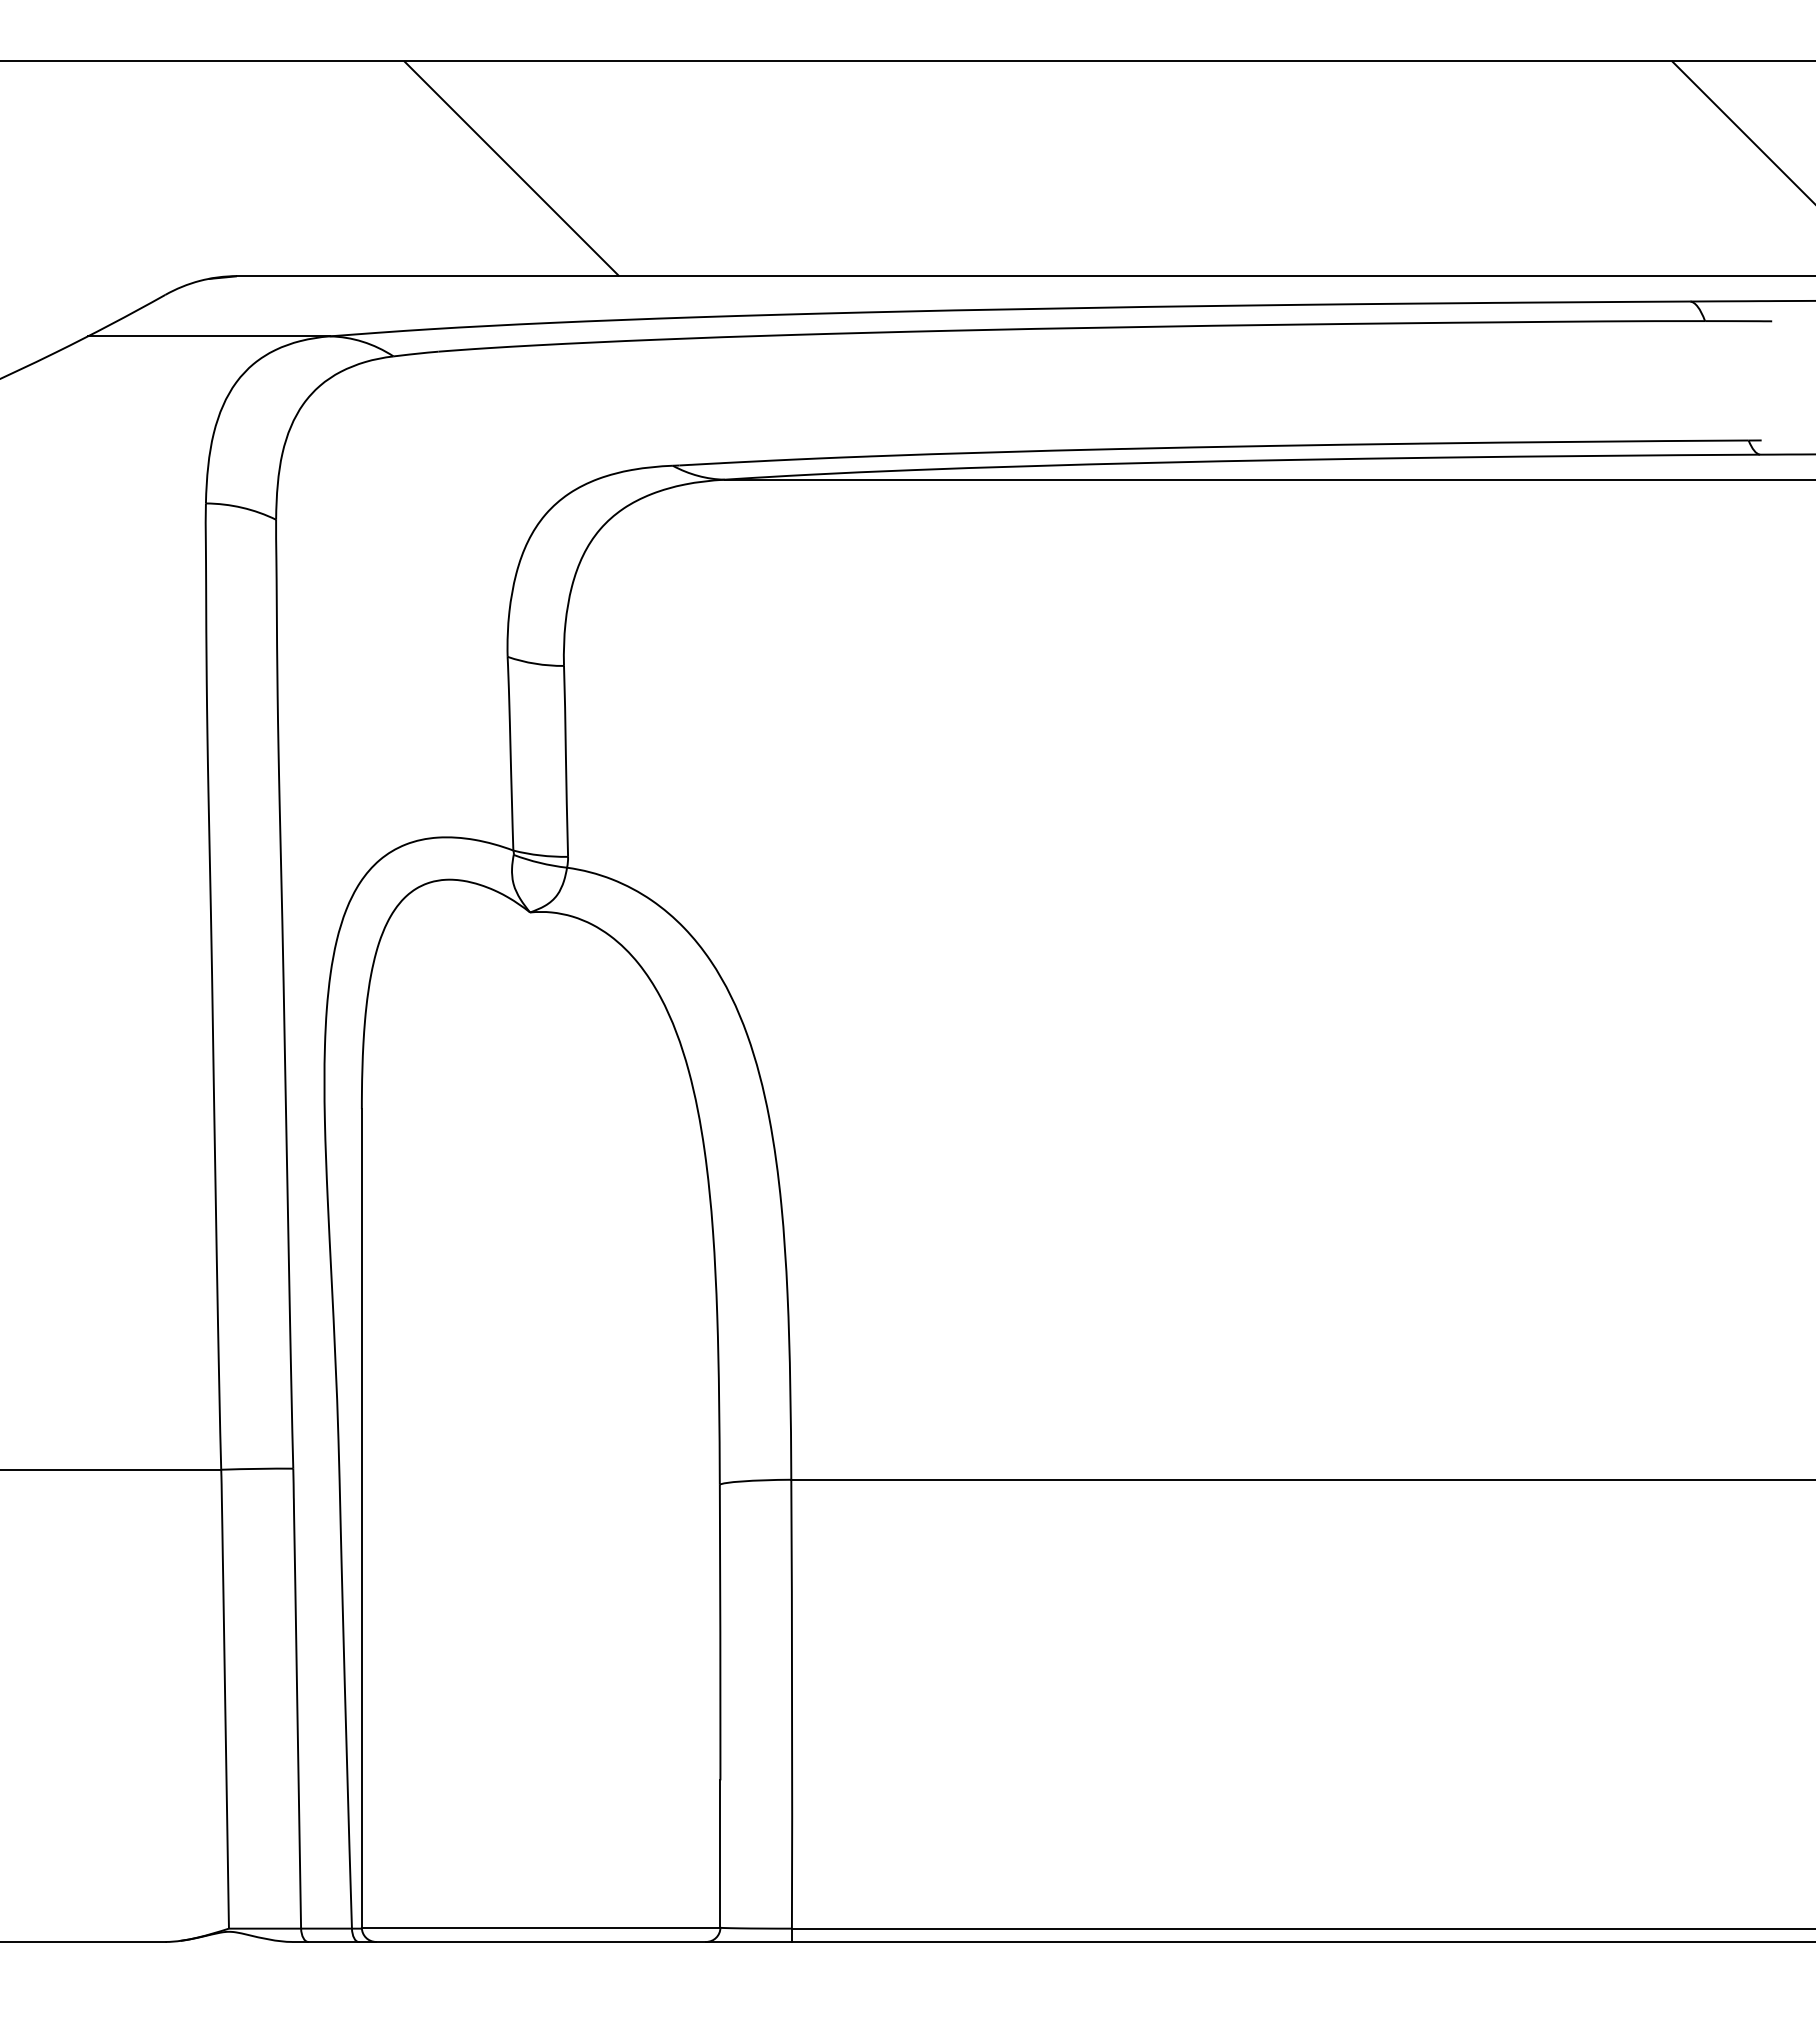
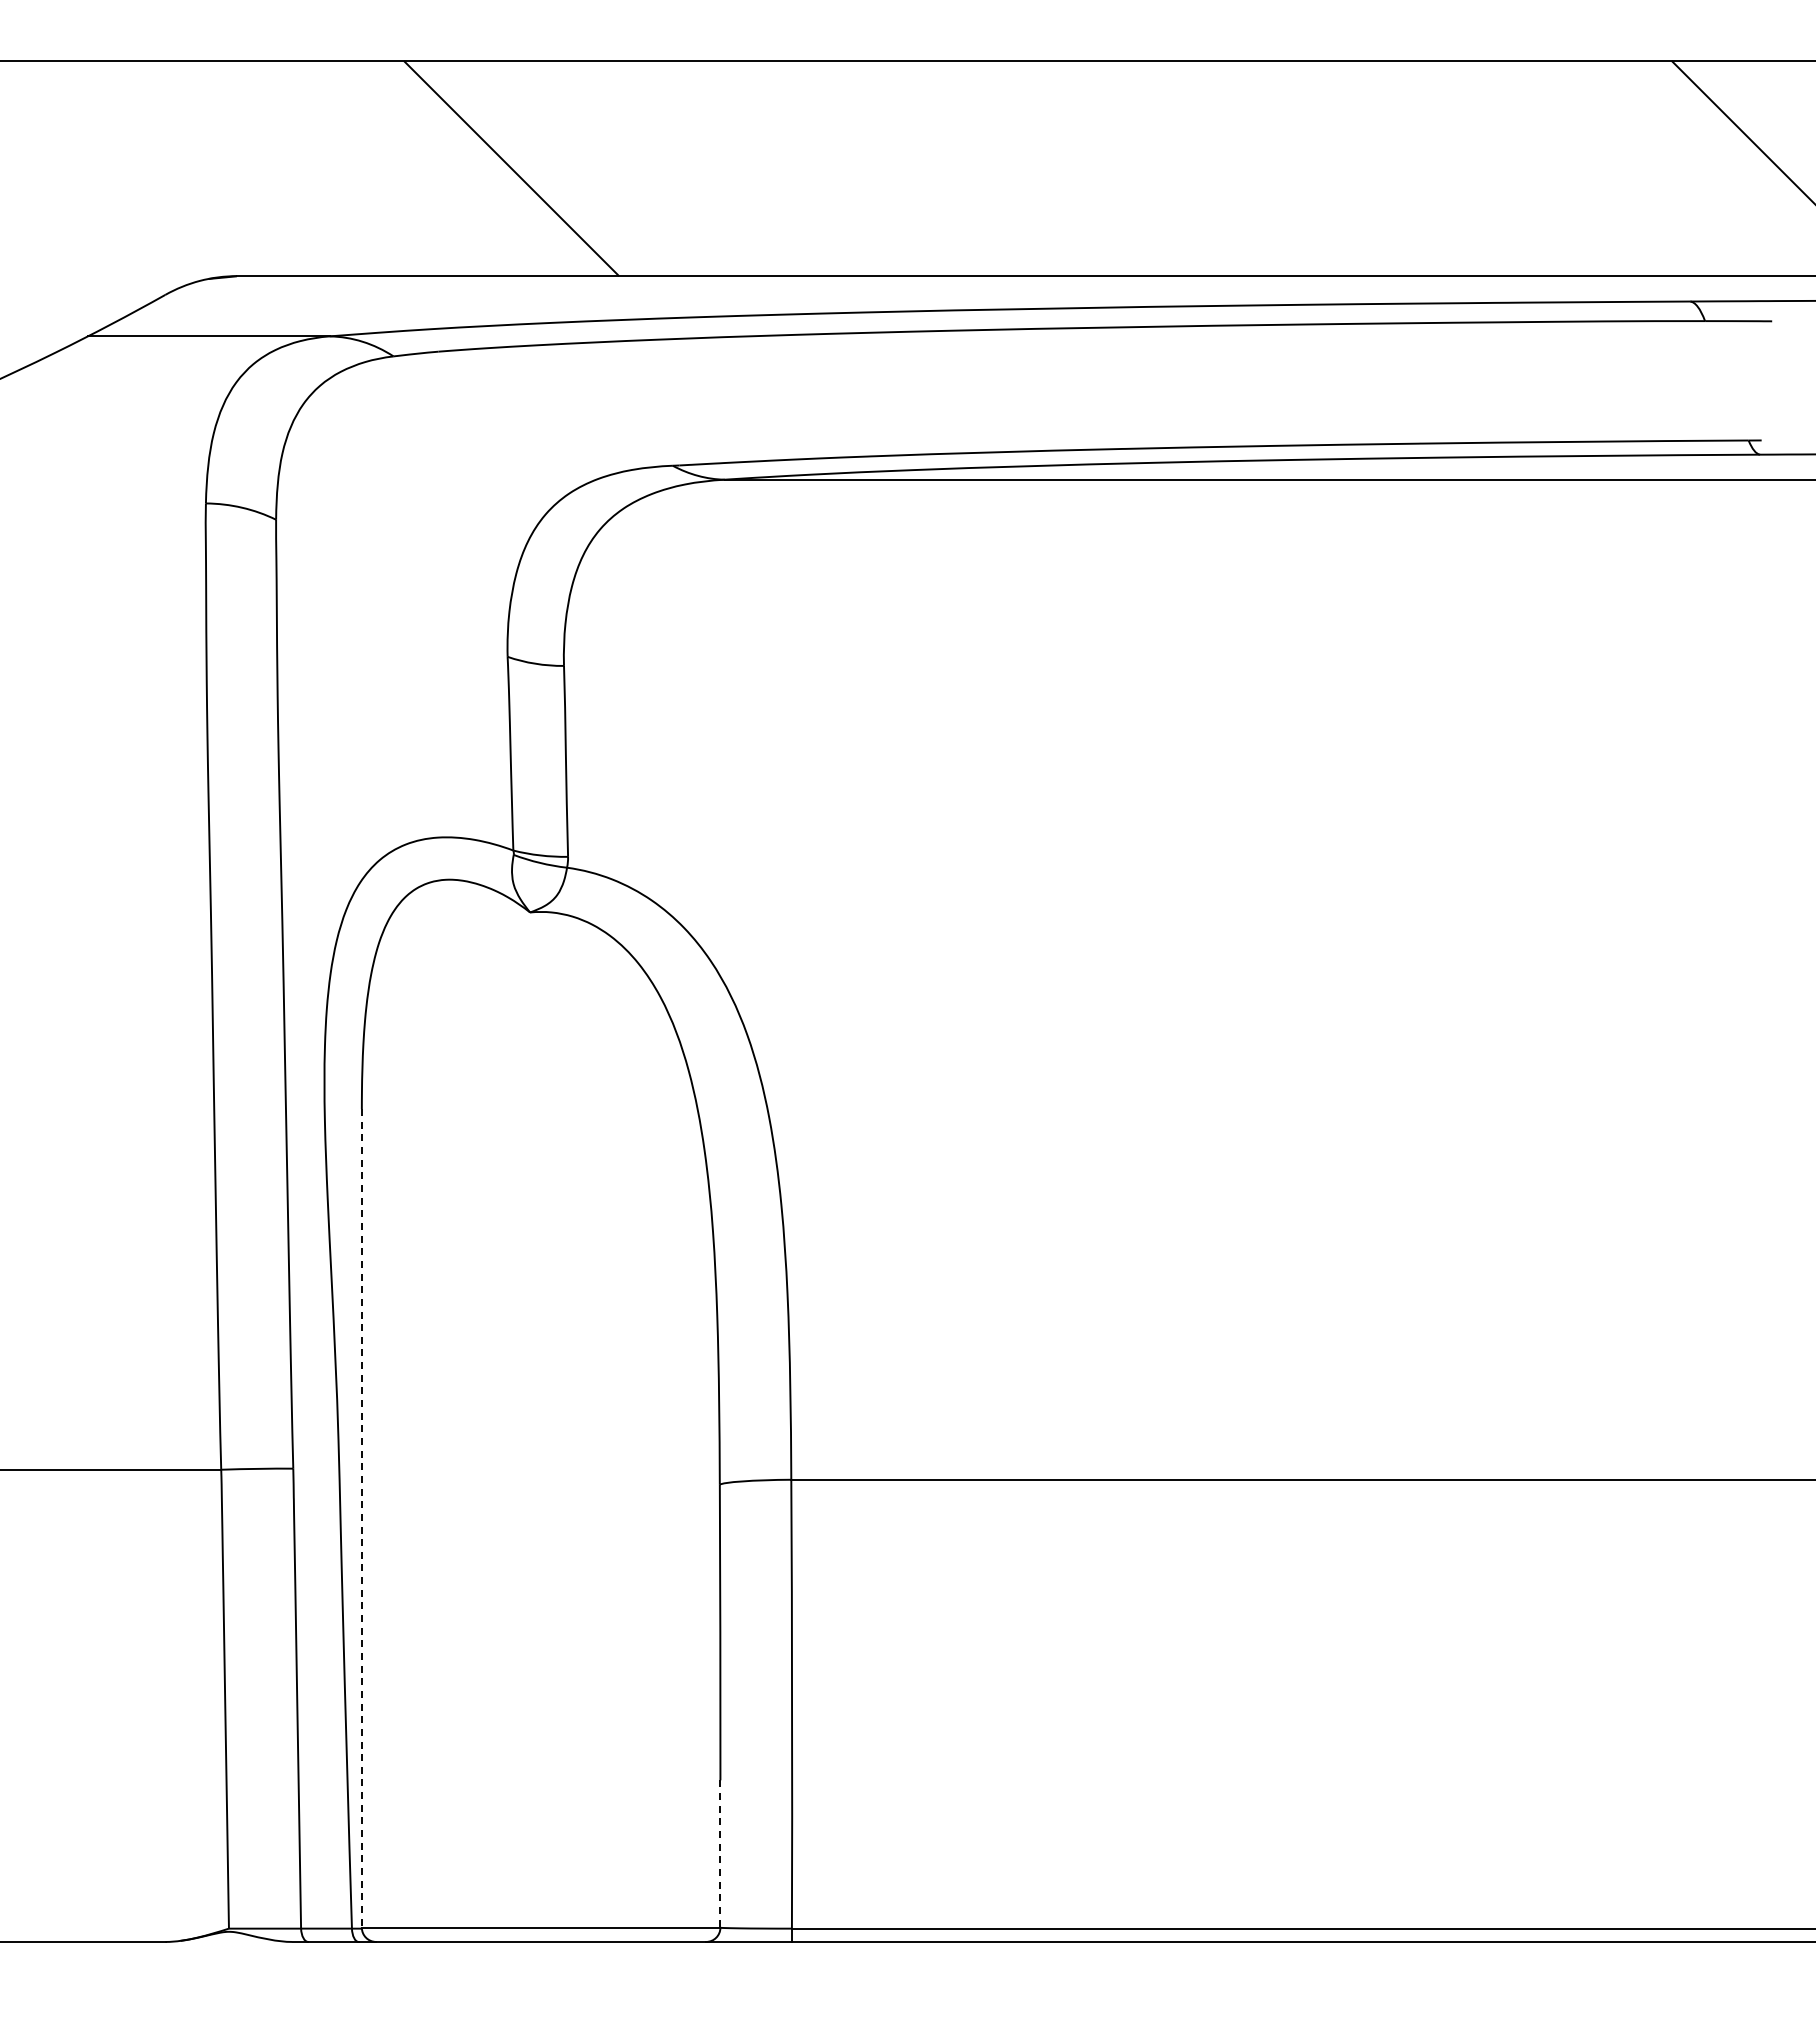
line at (361, 1518): solid -> dashed
line at (720, 1854): solid -> dashed
